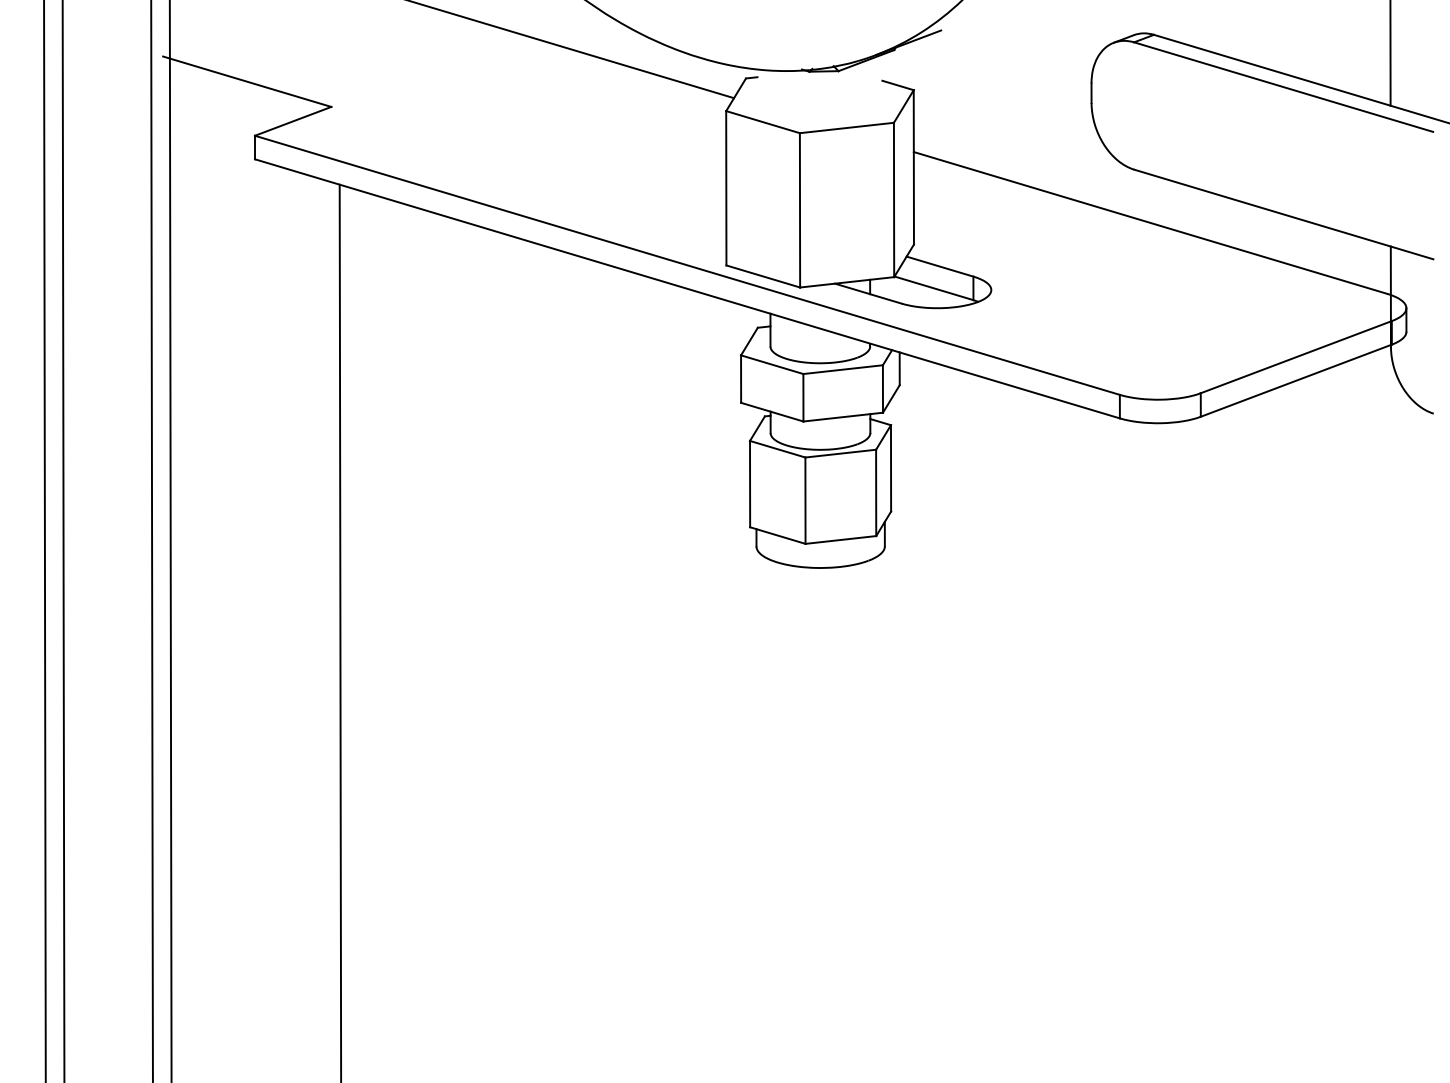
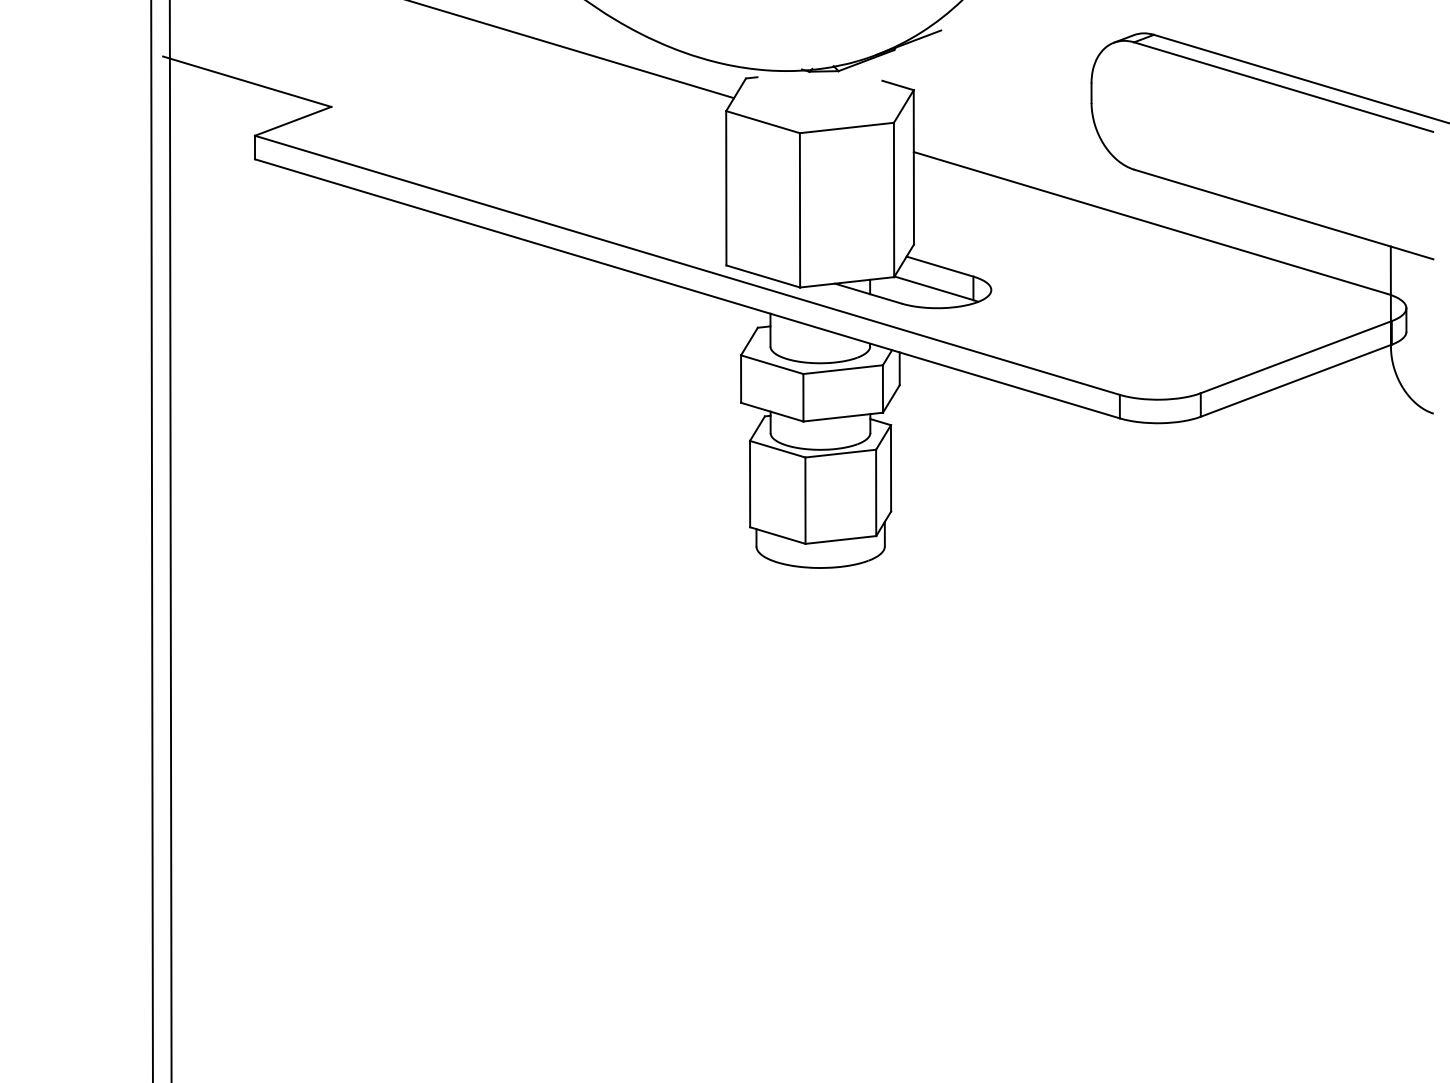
line at (1390, 53): present -> none
line at (44, 540): present -> none
line at (63, 540): present -> none
line at (340, 631): present -> none
